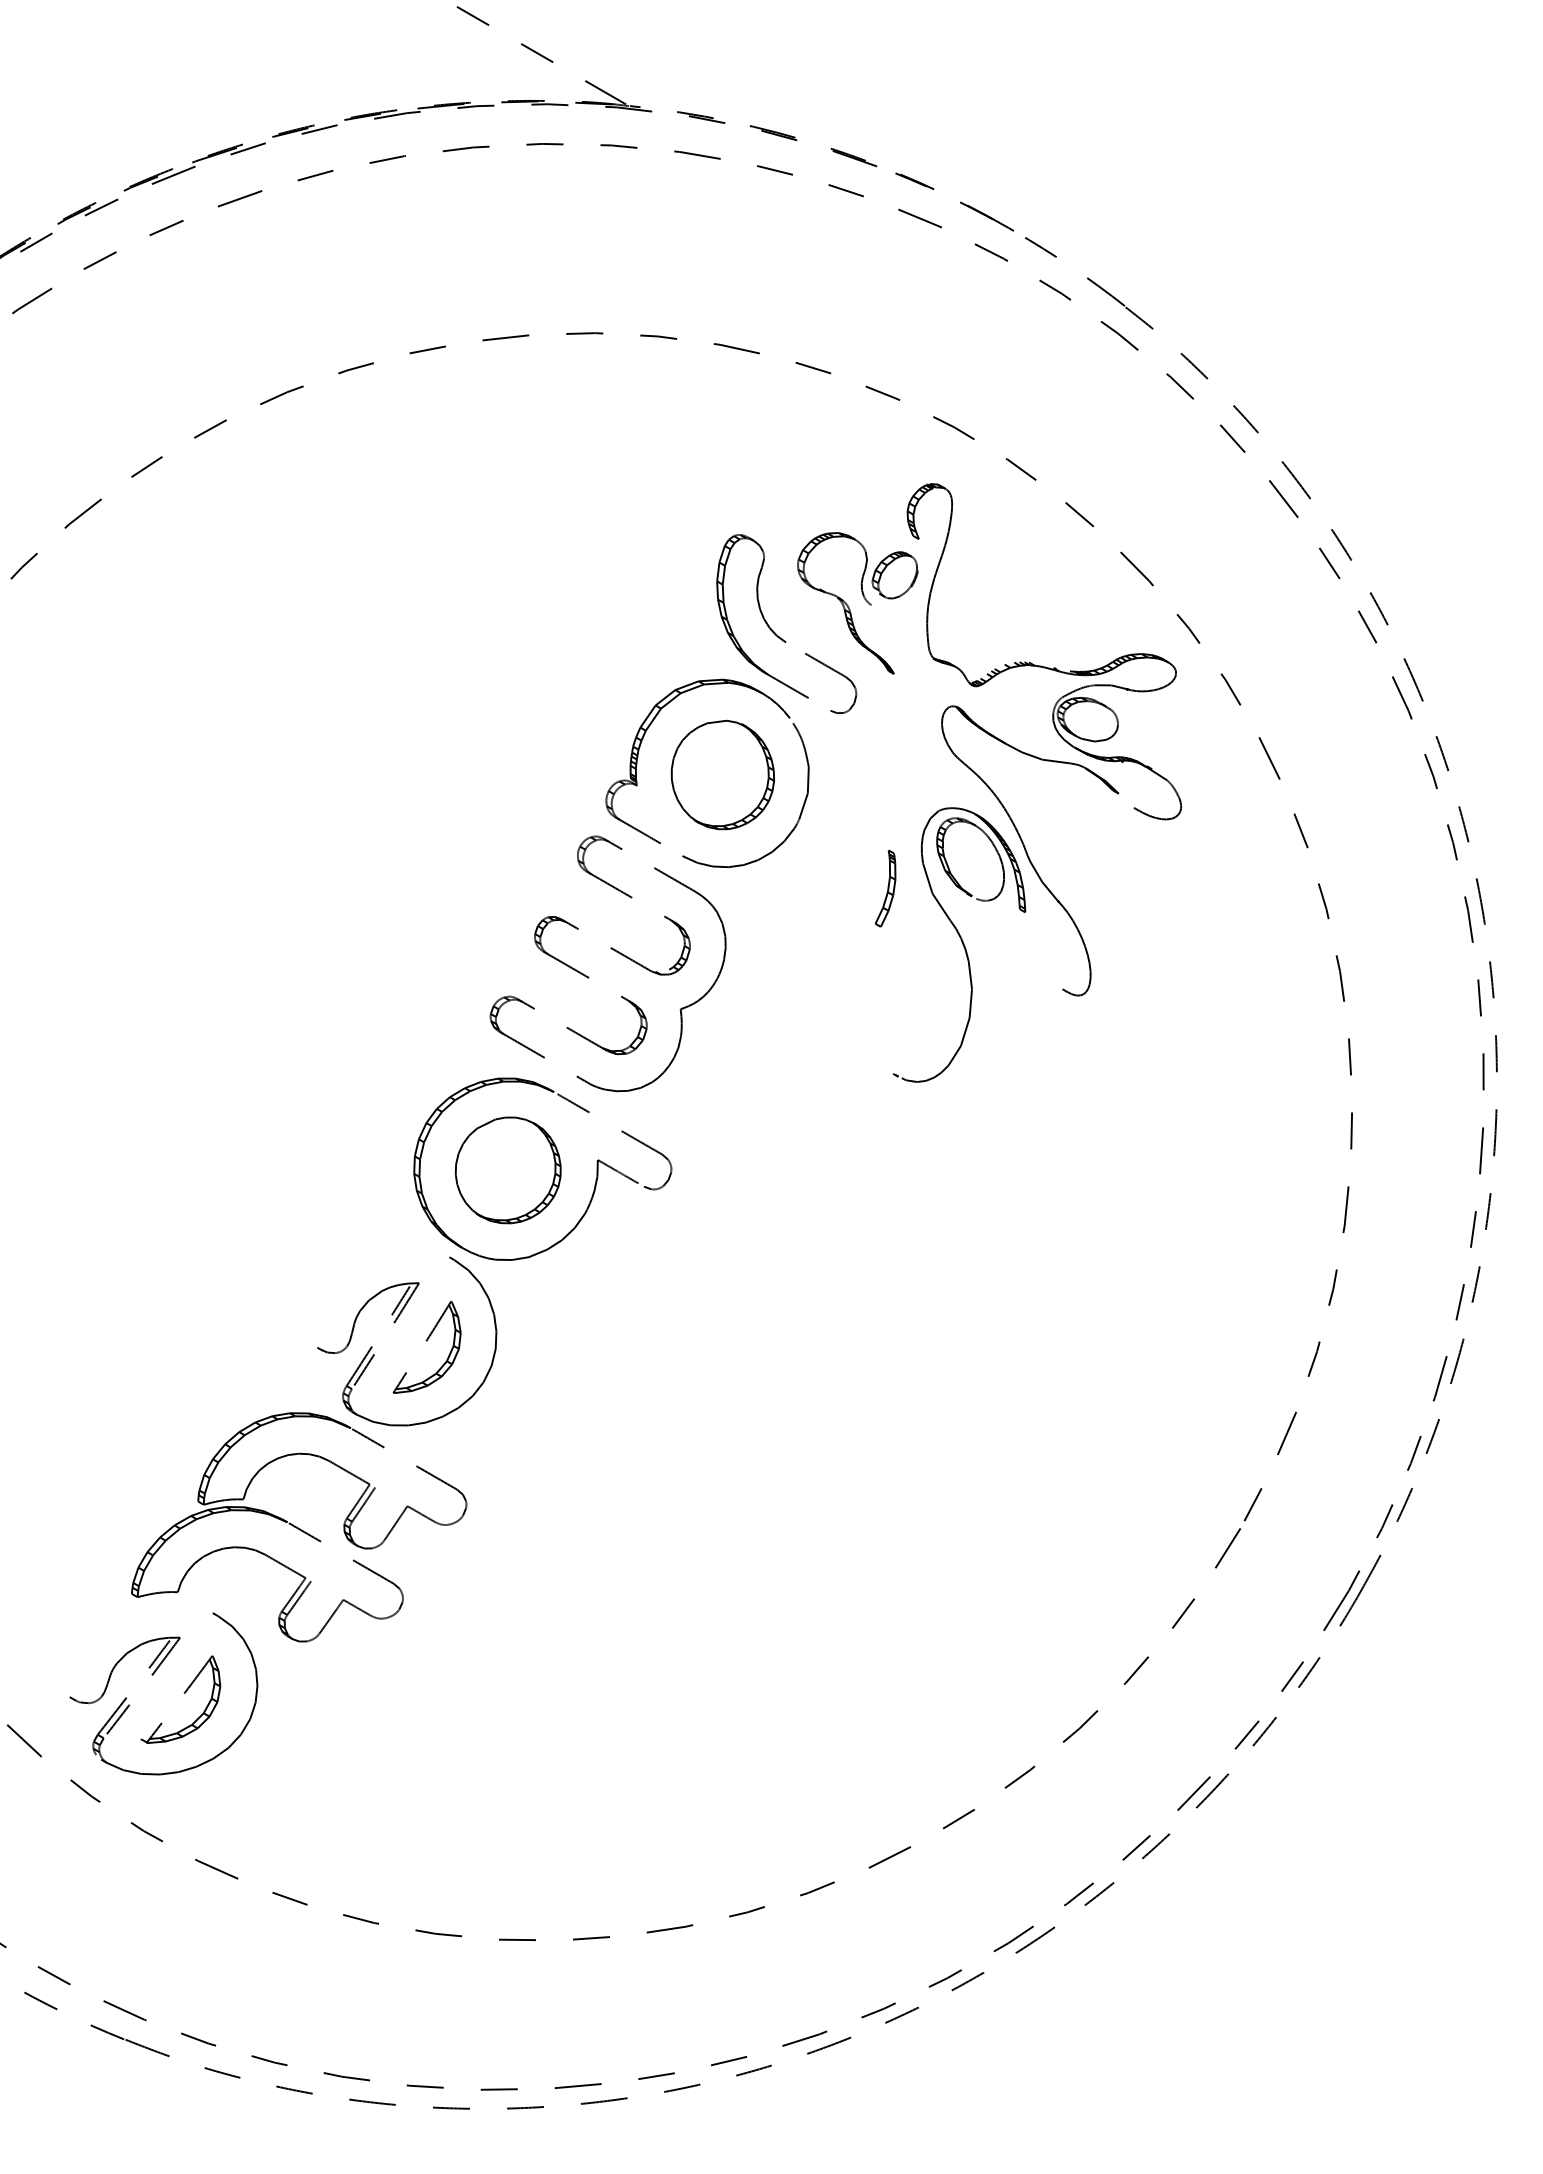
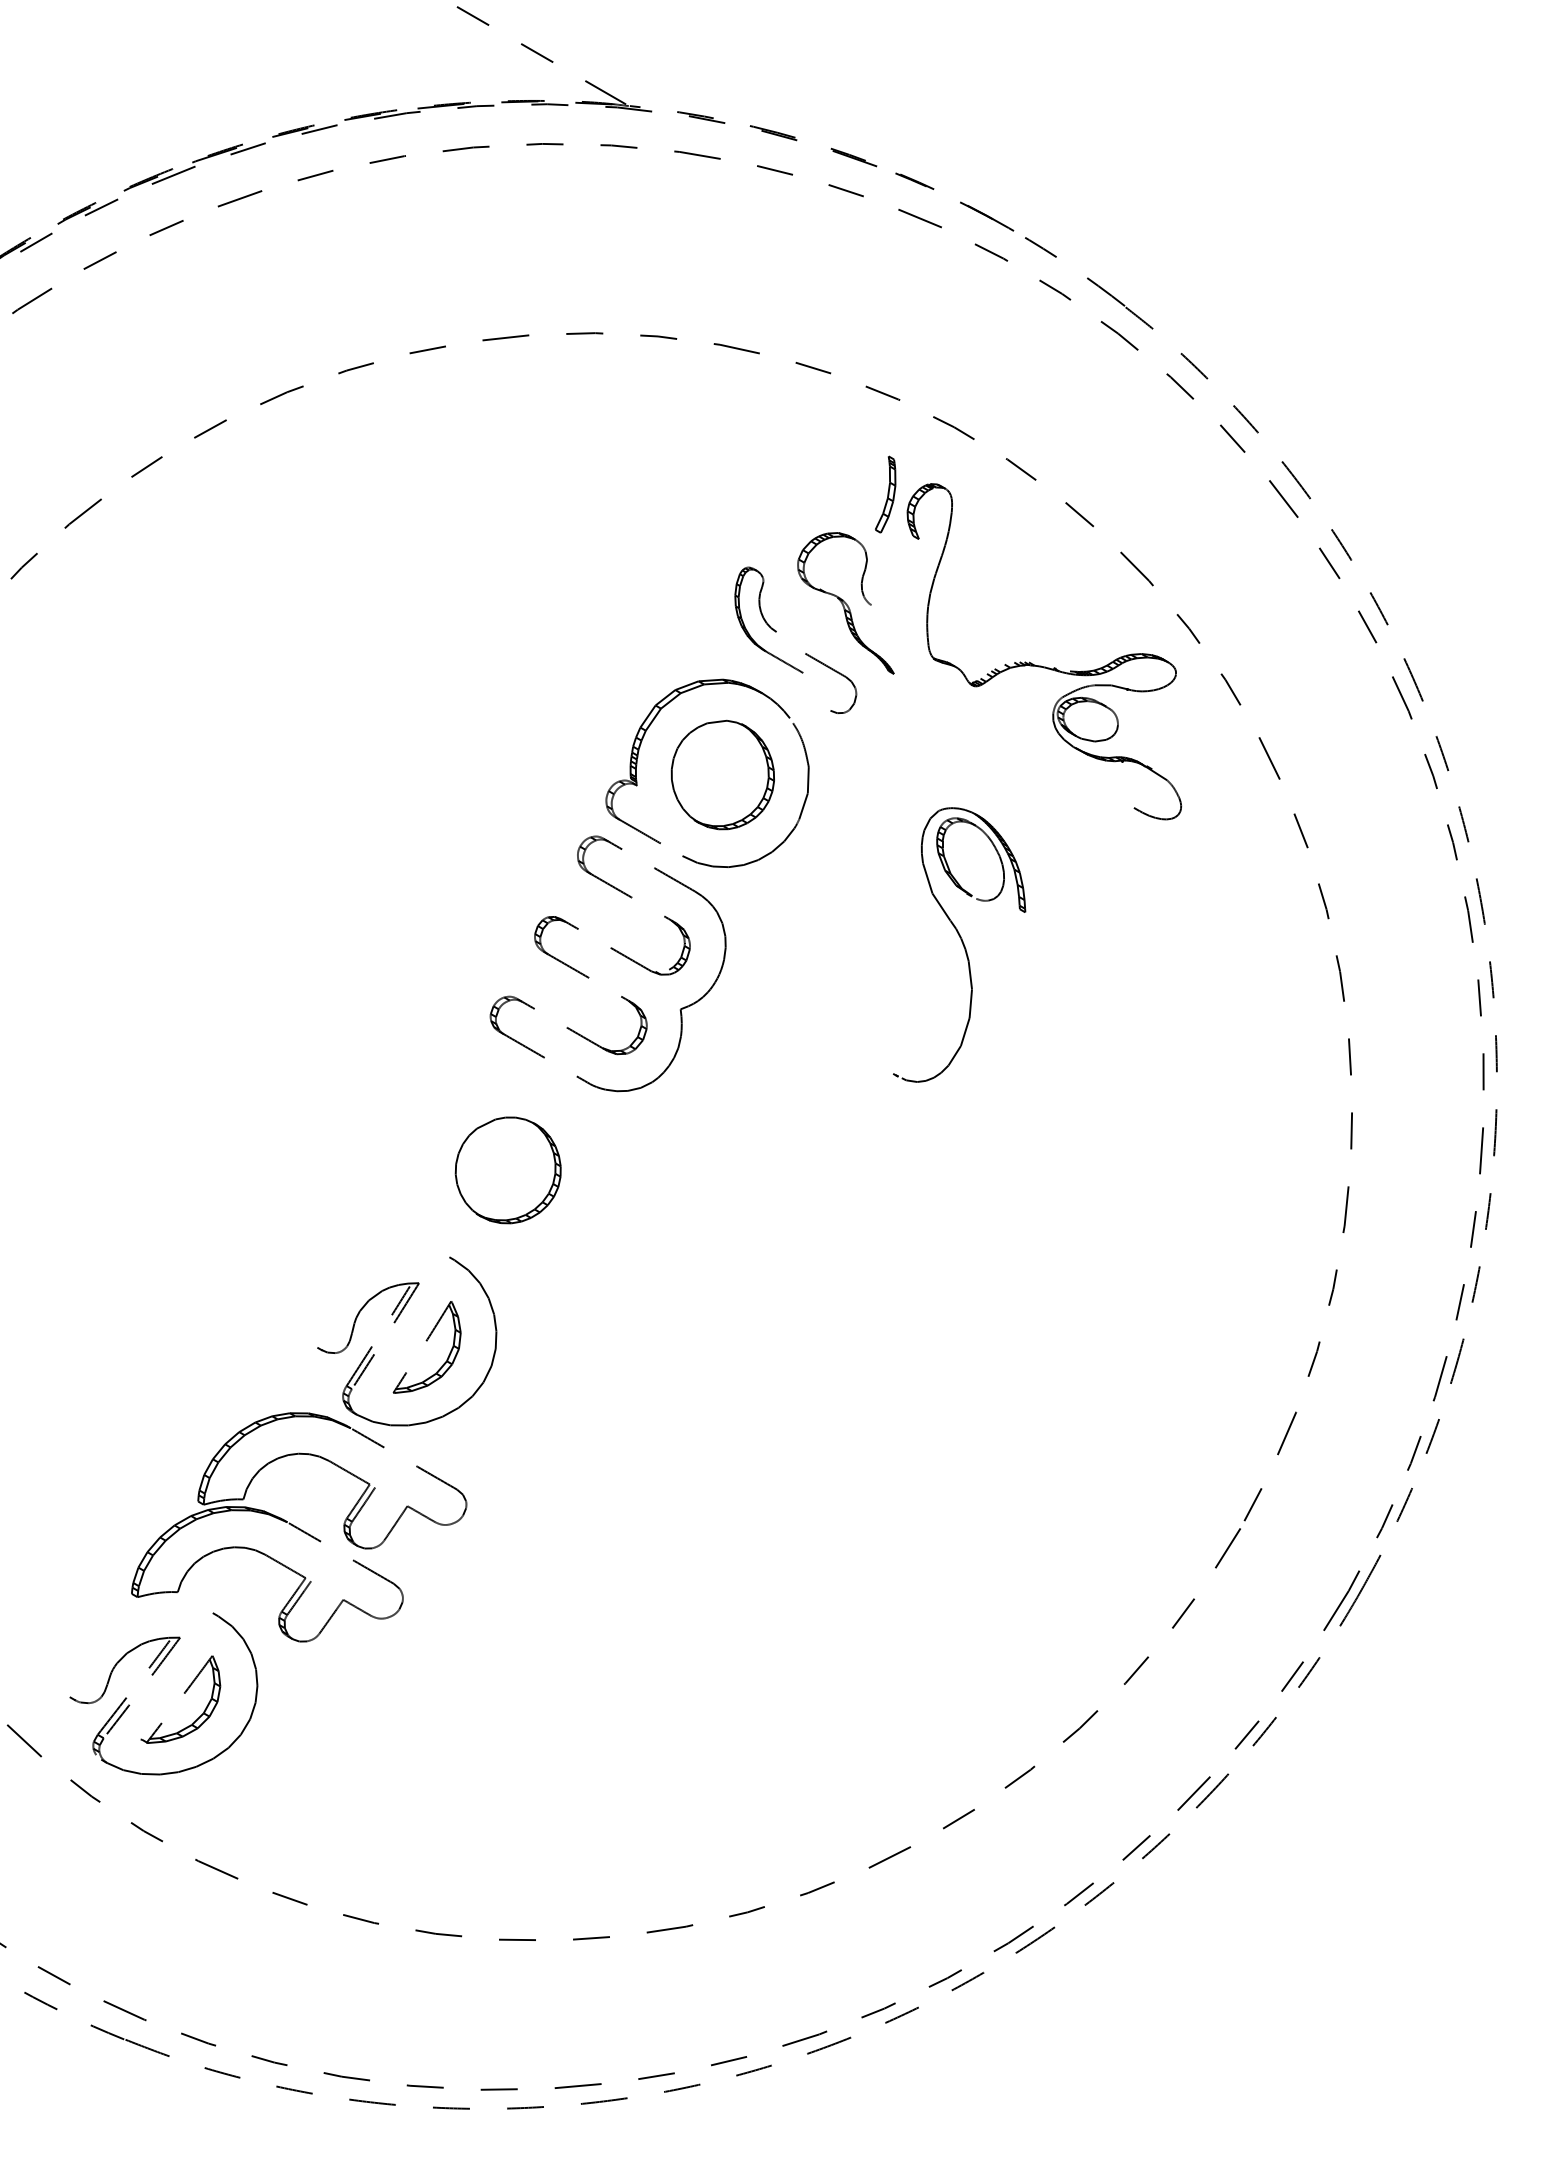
part at (894, 575): present -> none
part at (762, 616) size: 93x165 px -> 63x105 px
part at (1030, 850): present -> none
part at (885, 888) position: (885, 888) -> (885, 494)
part at (596, 1168): present -> none
